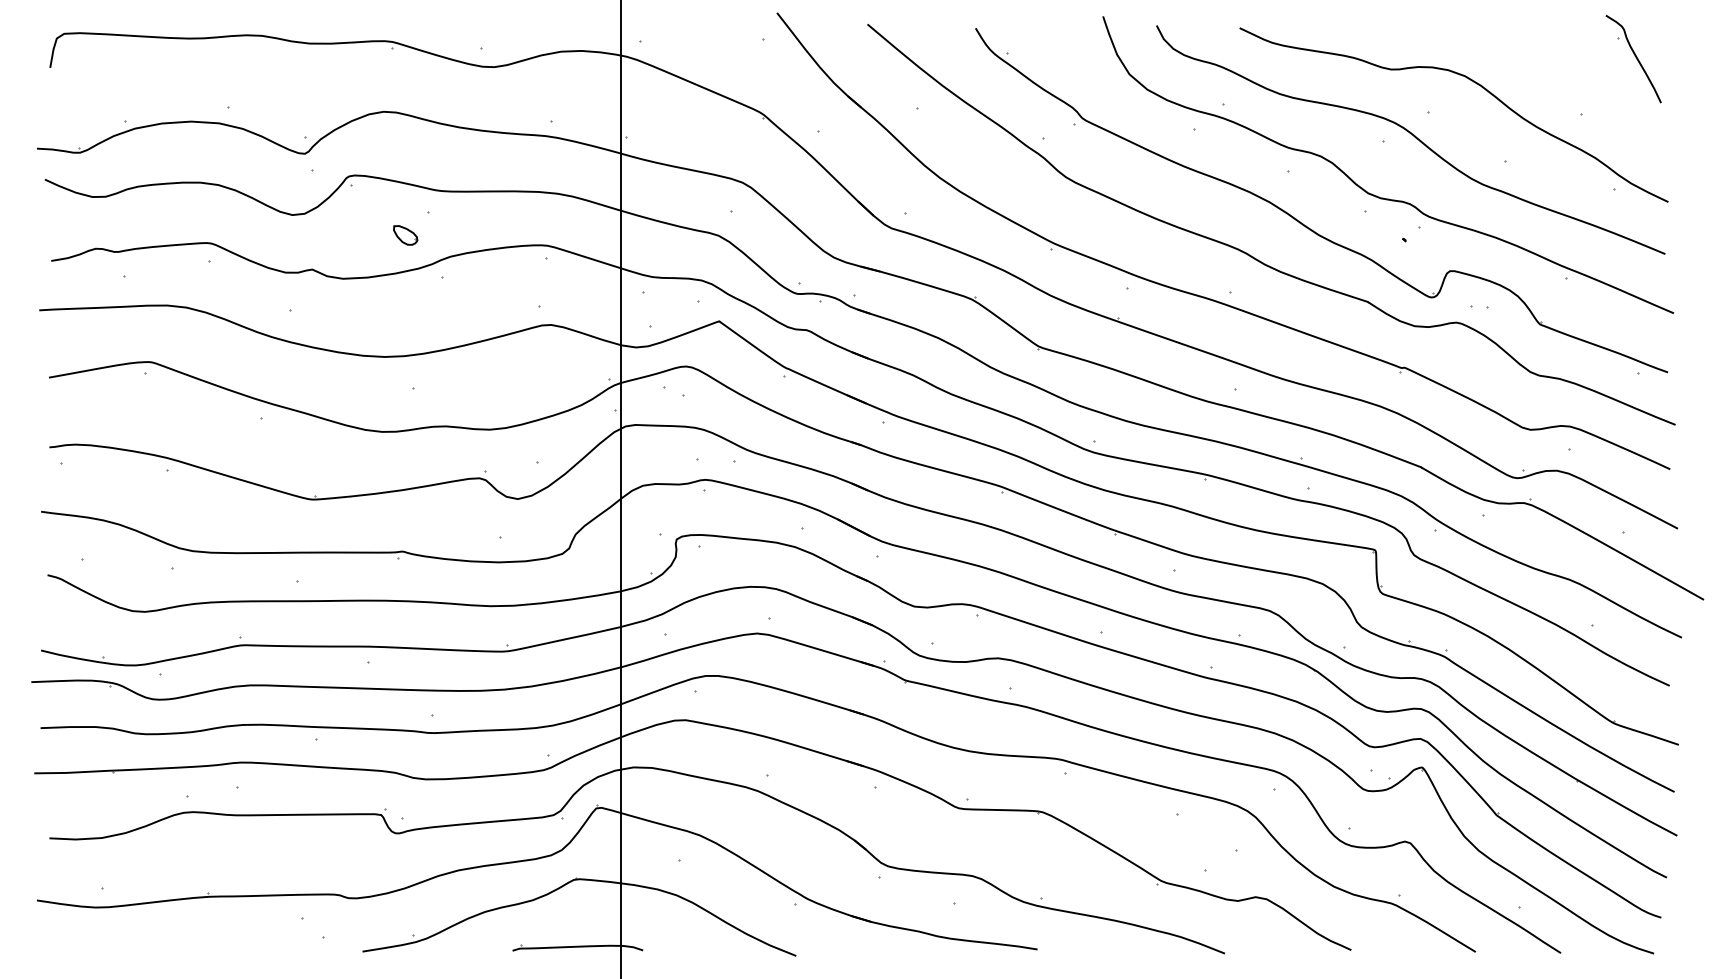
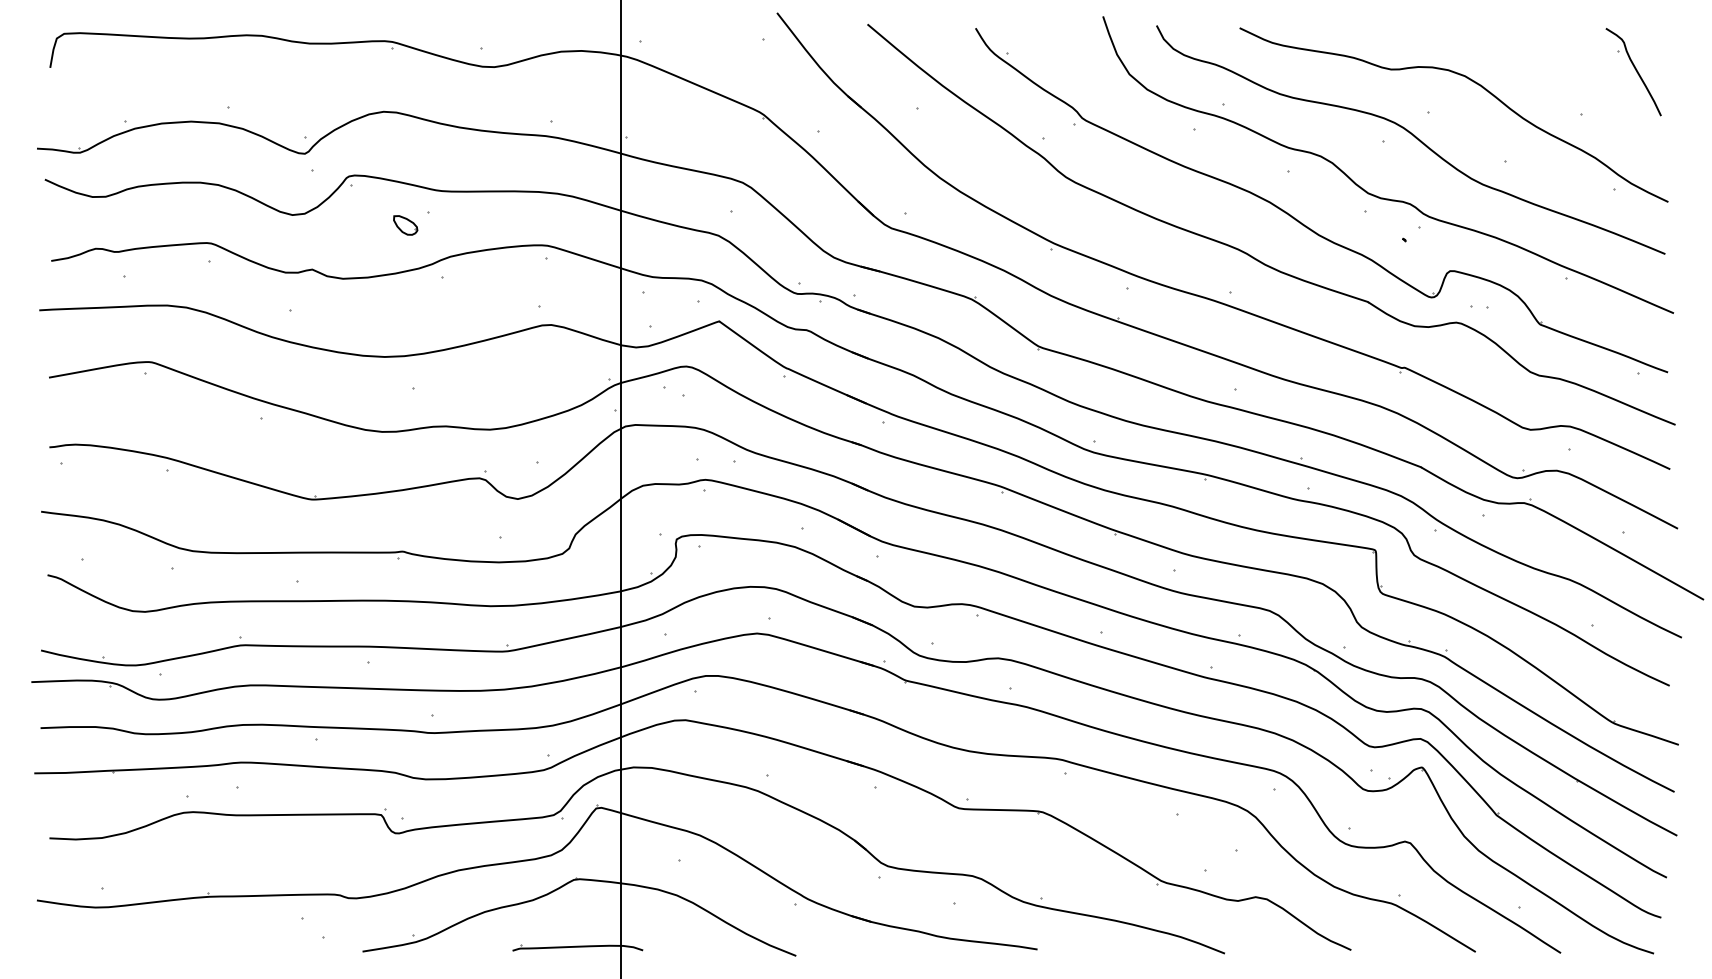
part at (1633, 59) position: (1633, 59) -> (1633, 72)
part at (405, 235) position: (405, 235) -> (405, 225)
